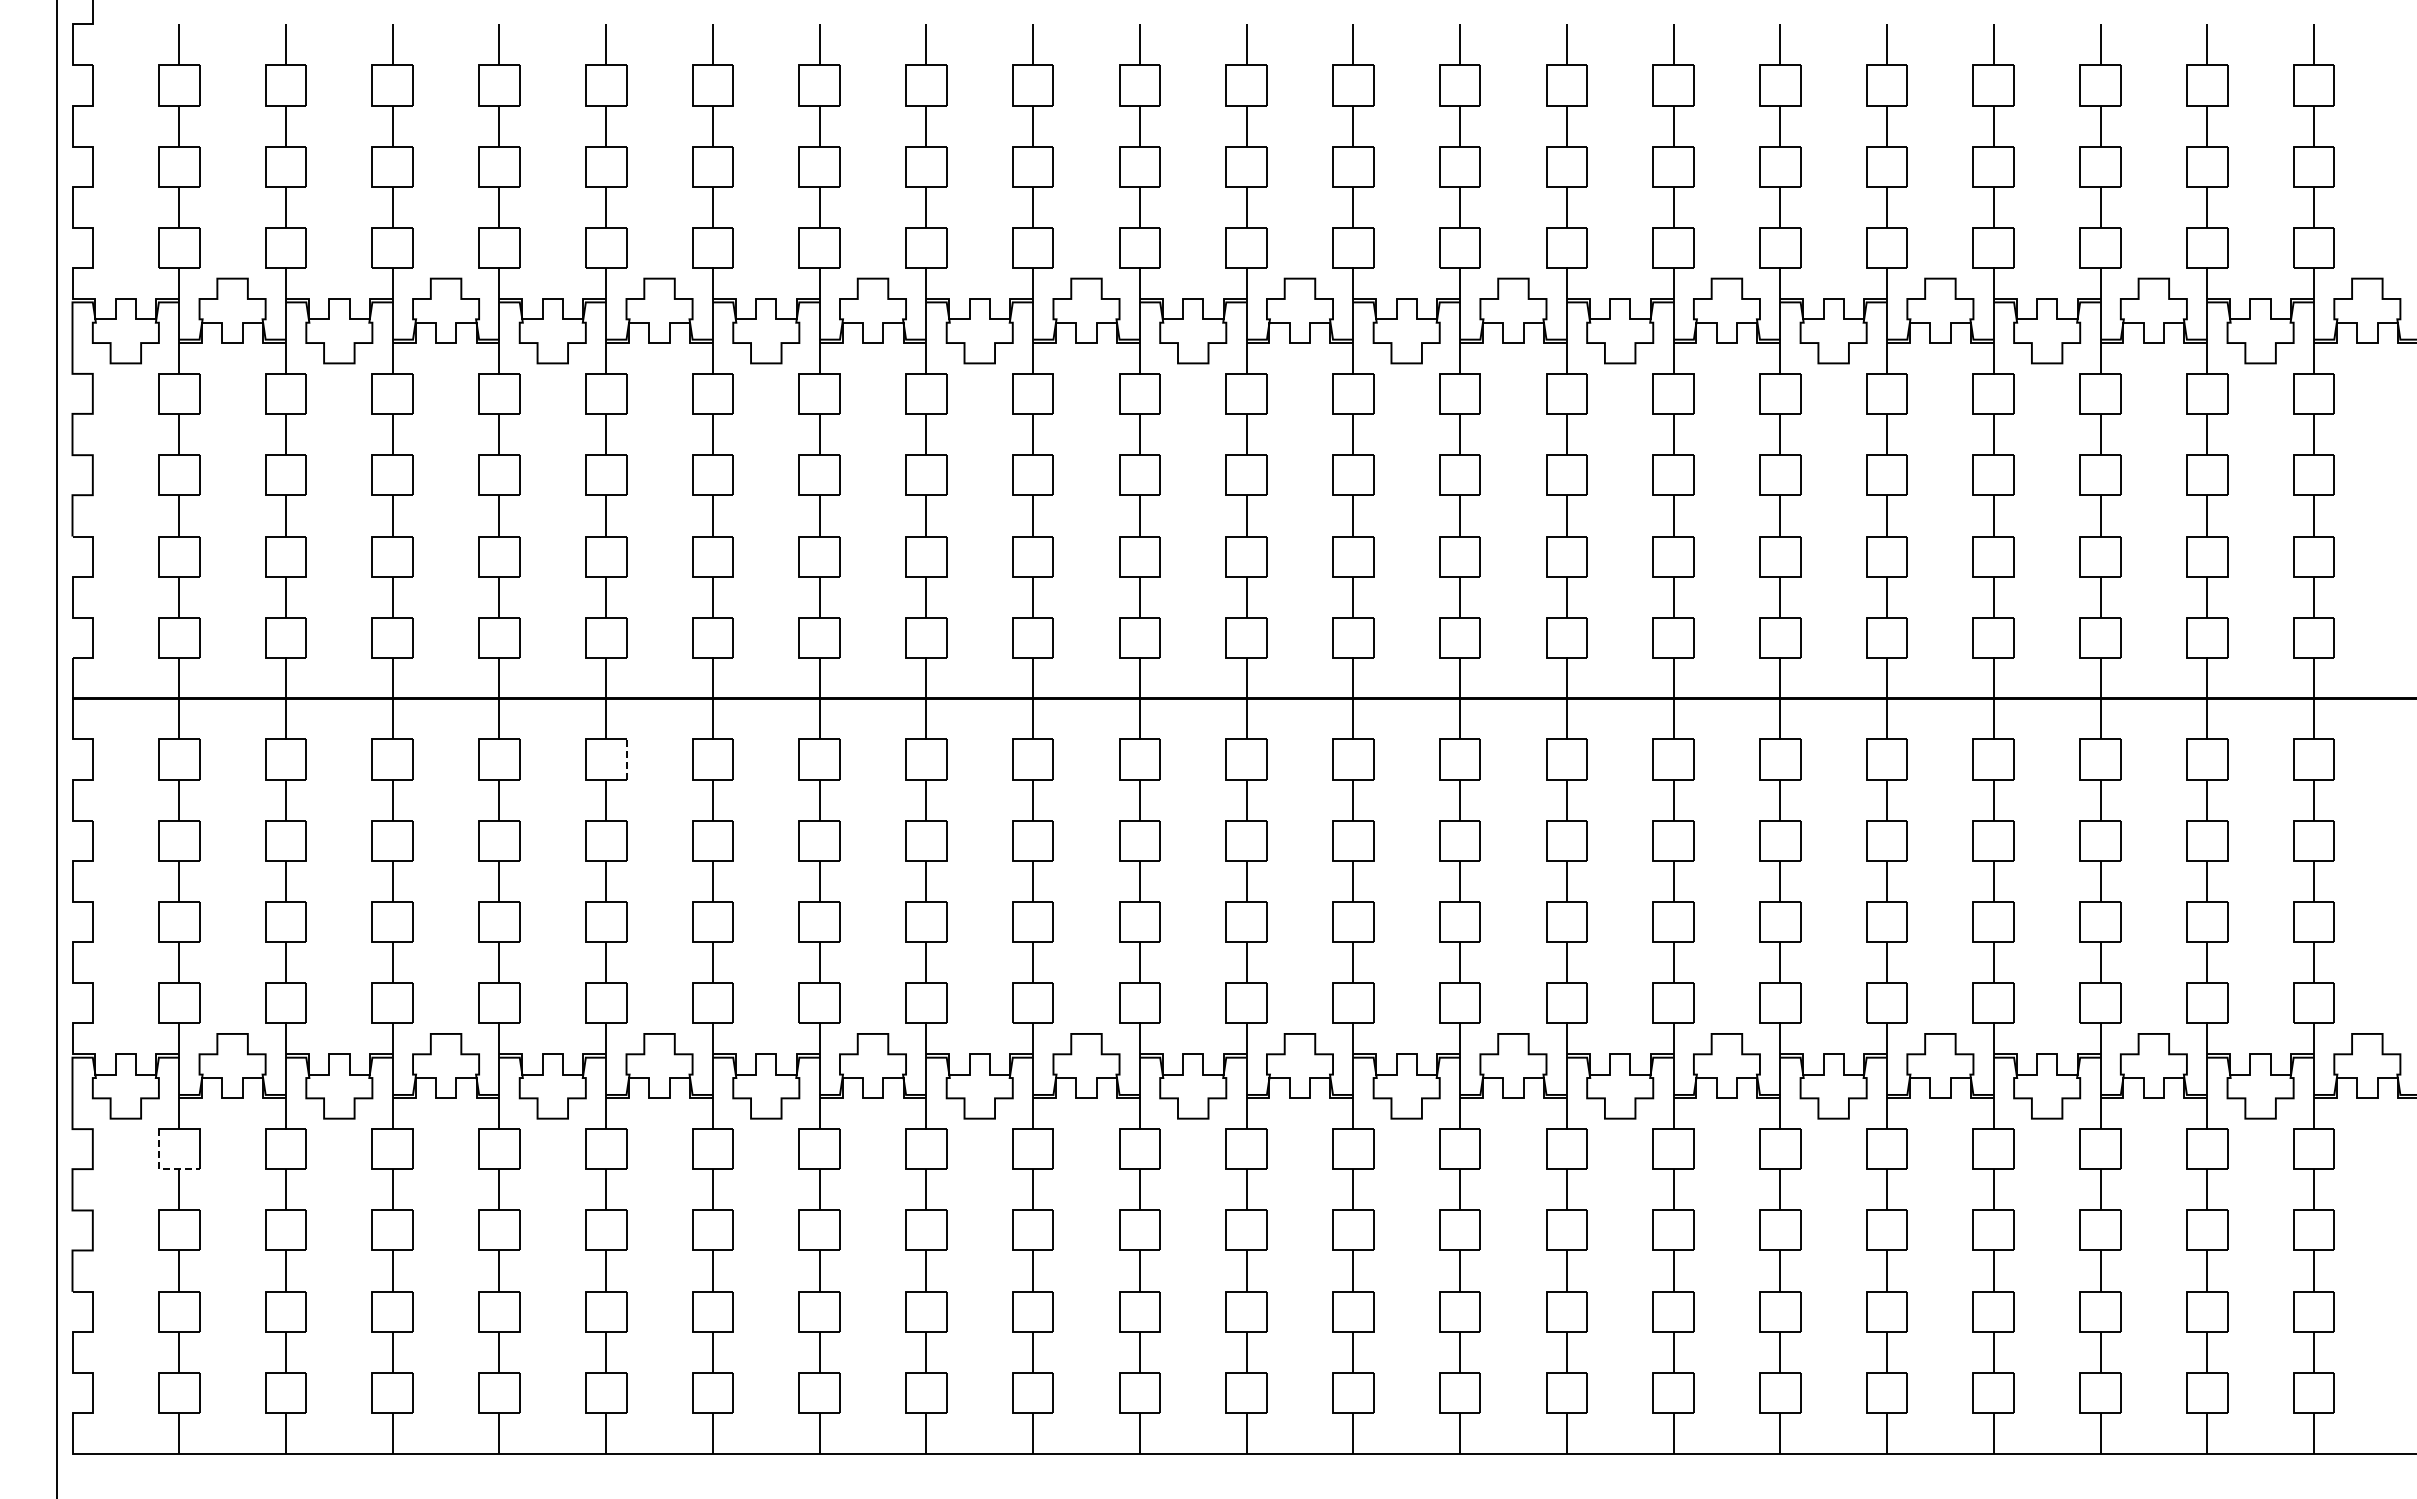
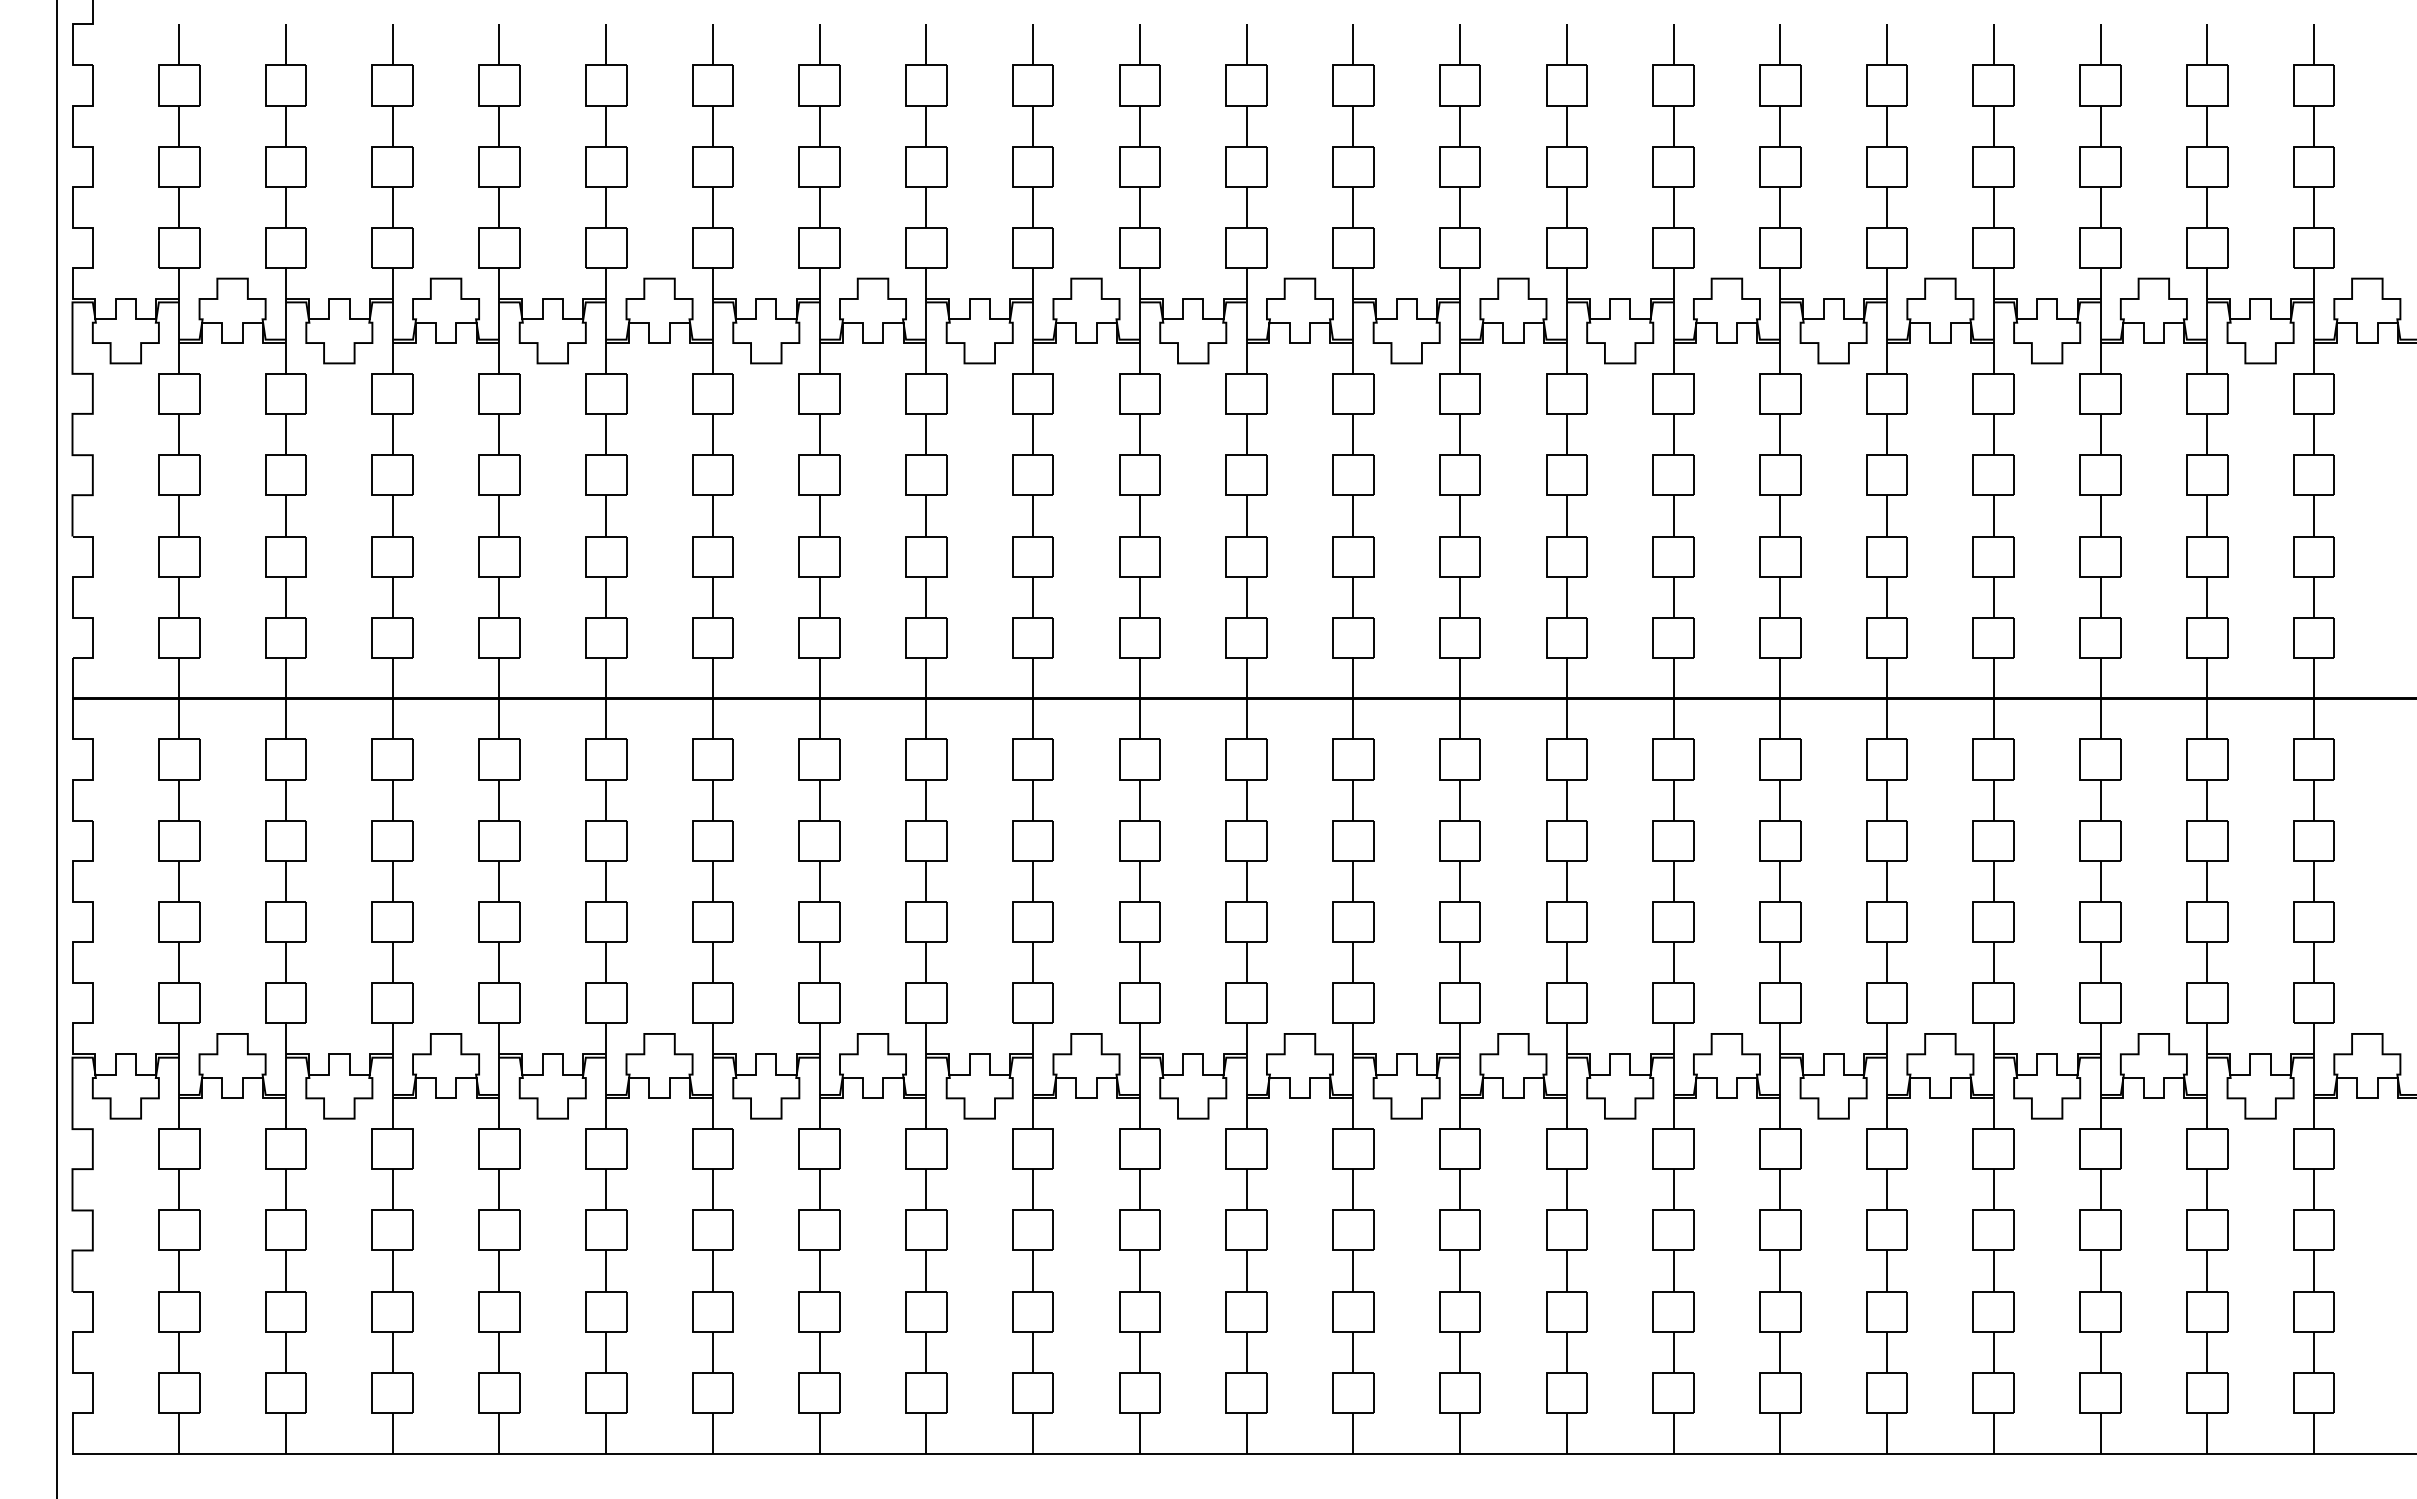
line at (626, 759): dashed -> solid
line at (158, 1169): dashed -> solid
